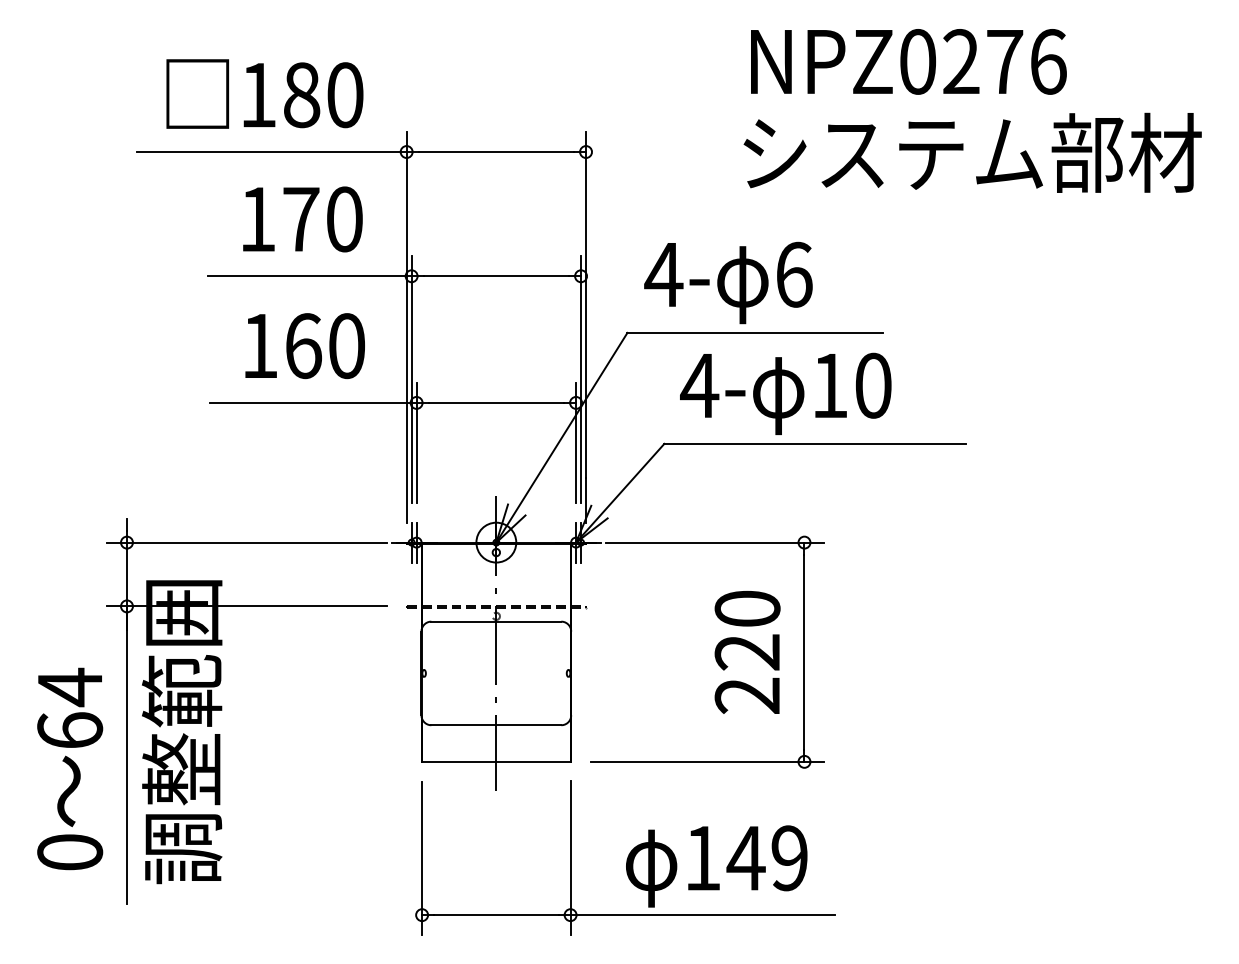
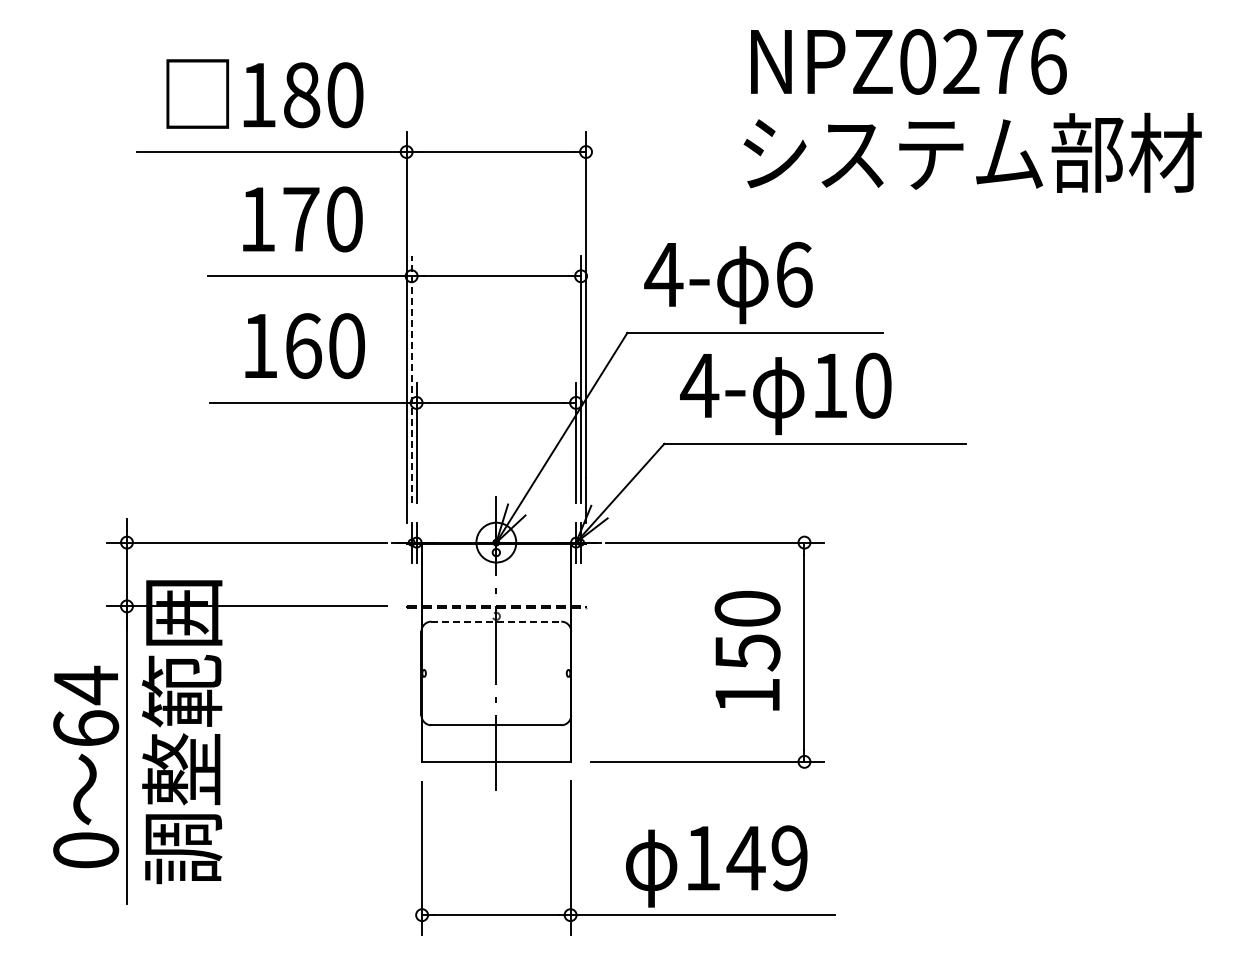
line at (411, 379): solid -> dashed
line at (496, 621): solid -> dashed
text at (747, 673): 220 -> 150
text at (70, 768) position: (70, 768) -> (86, 766)
